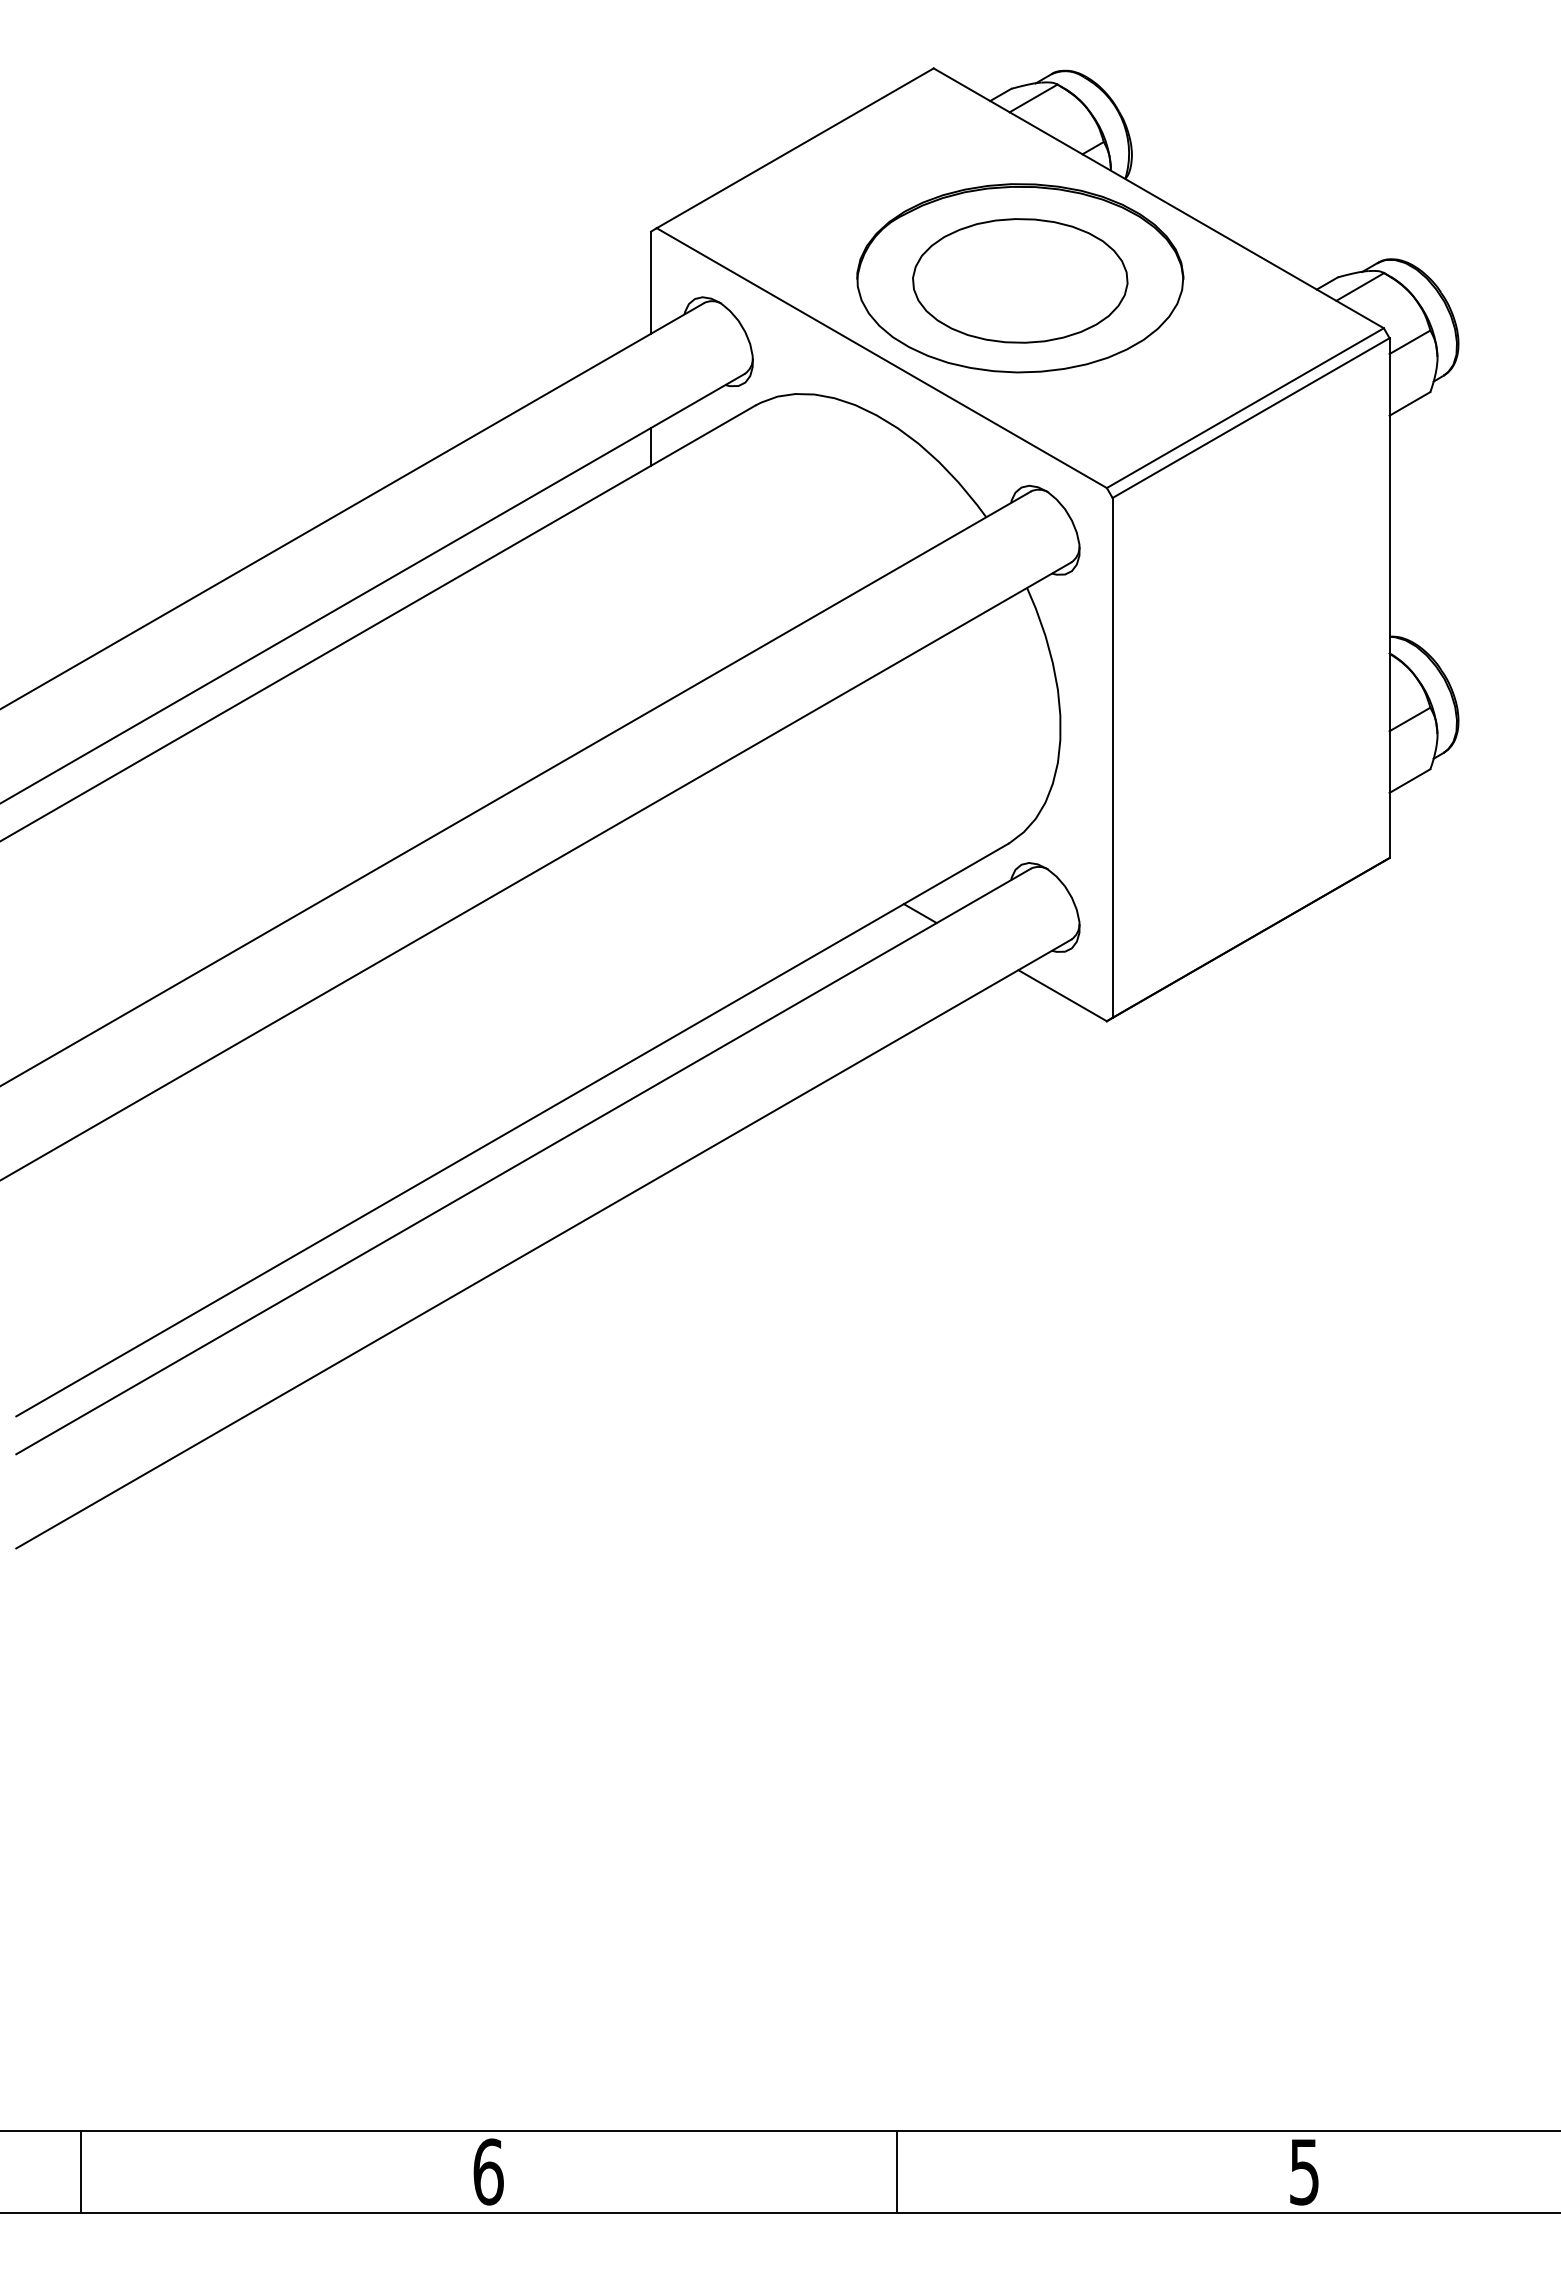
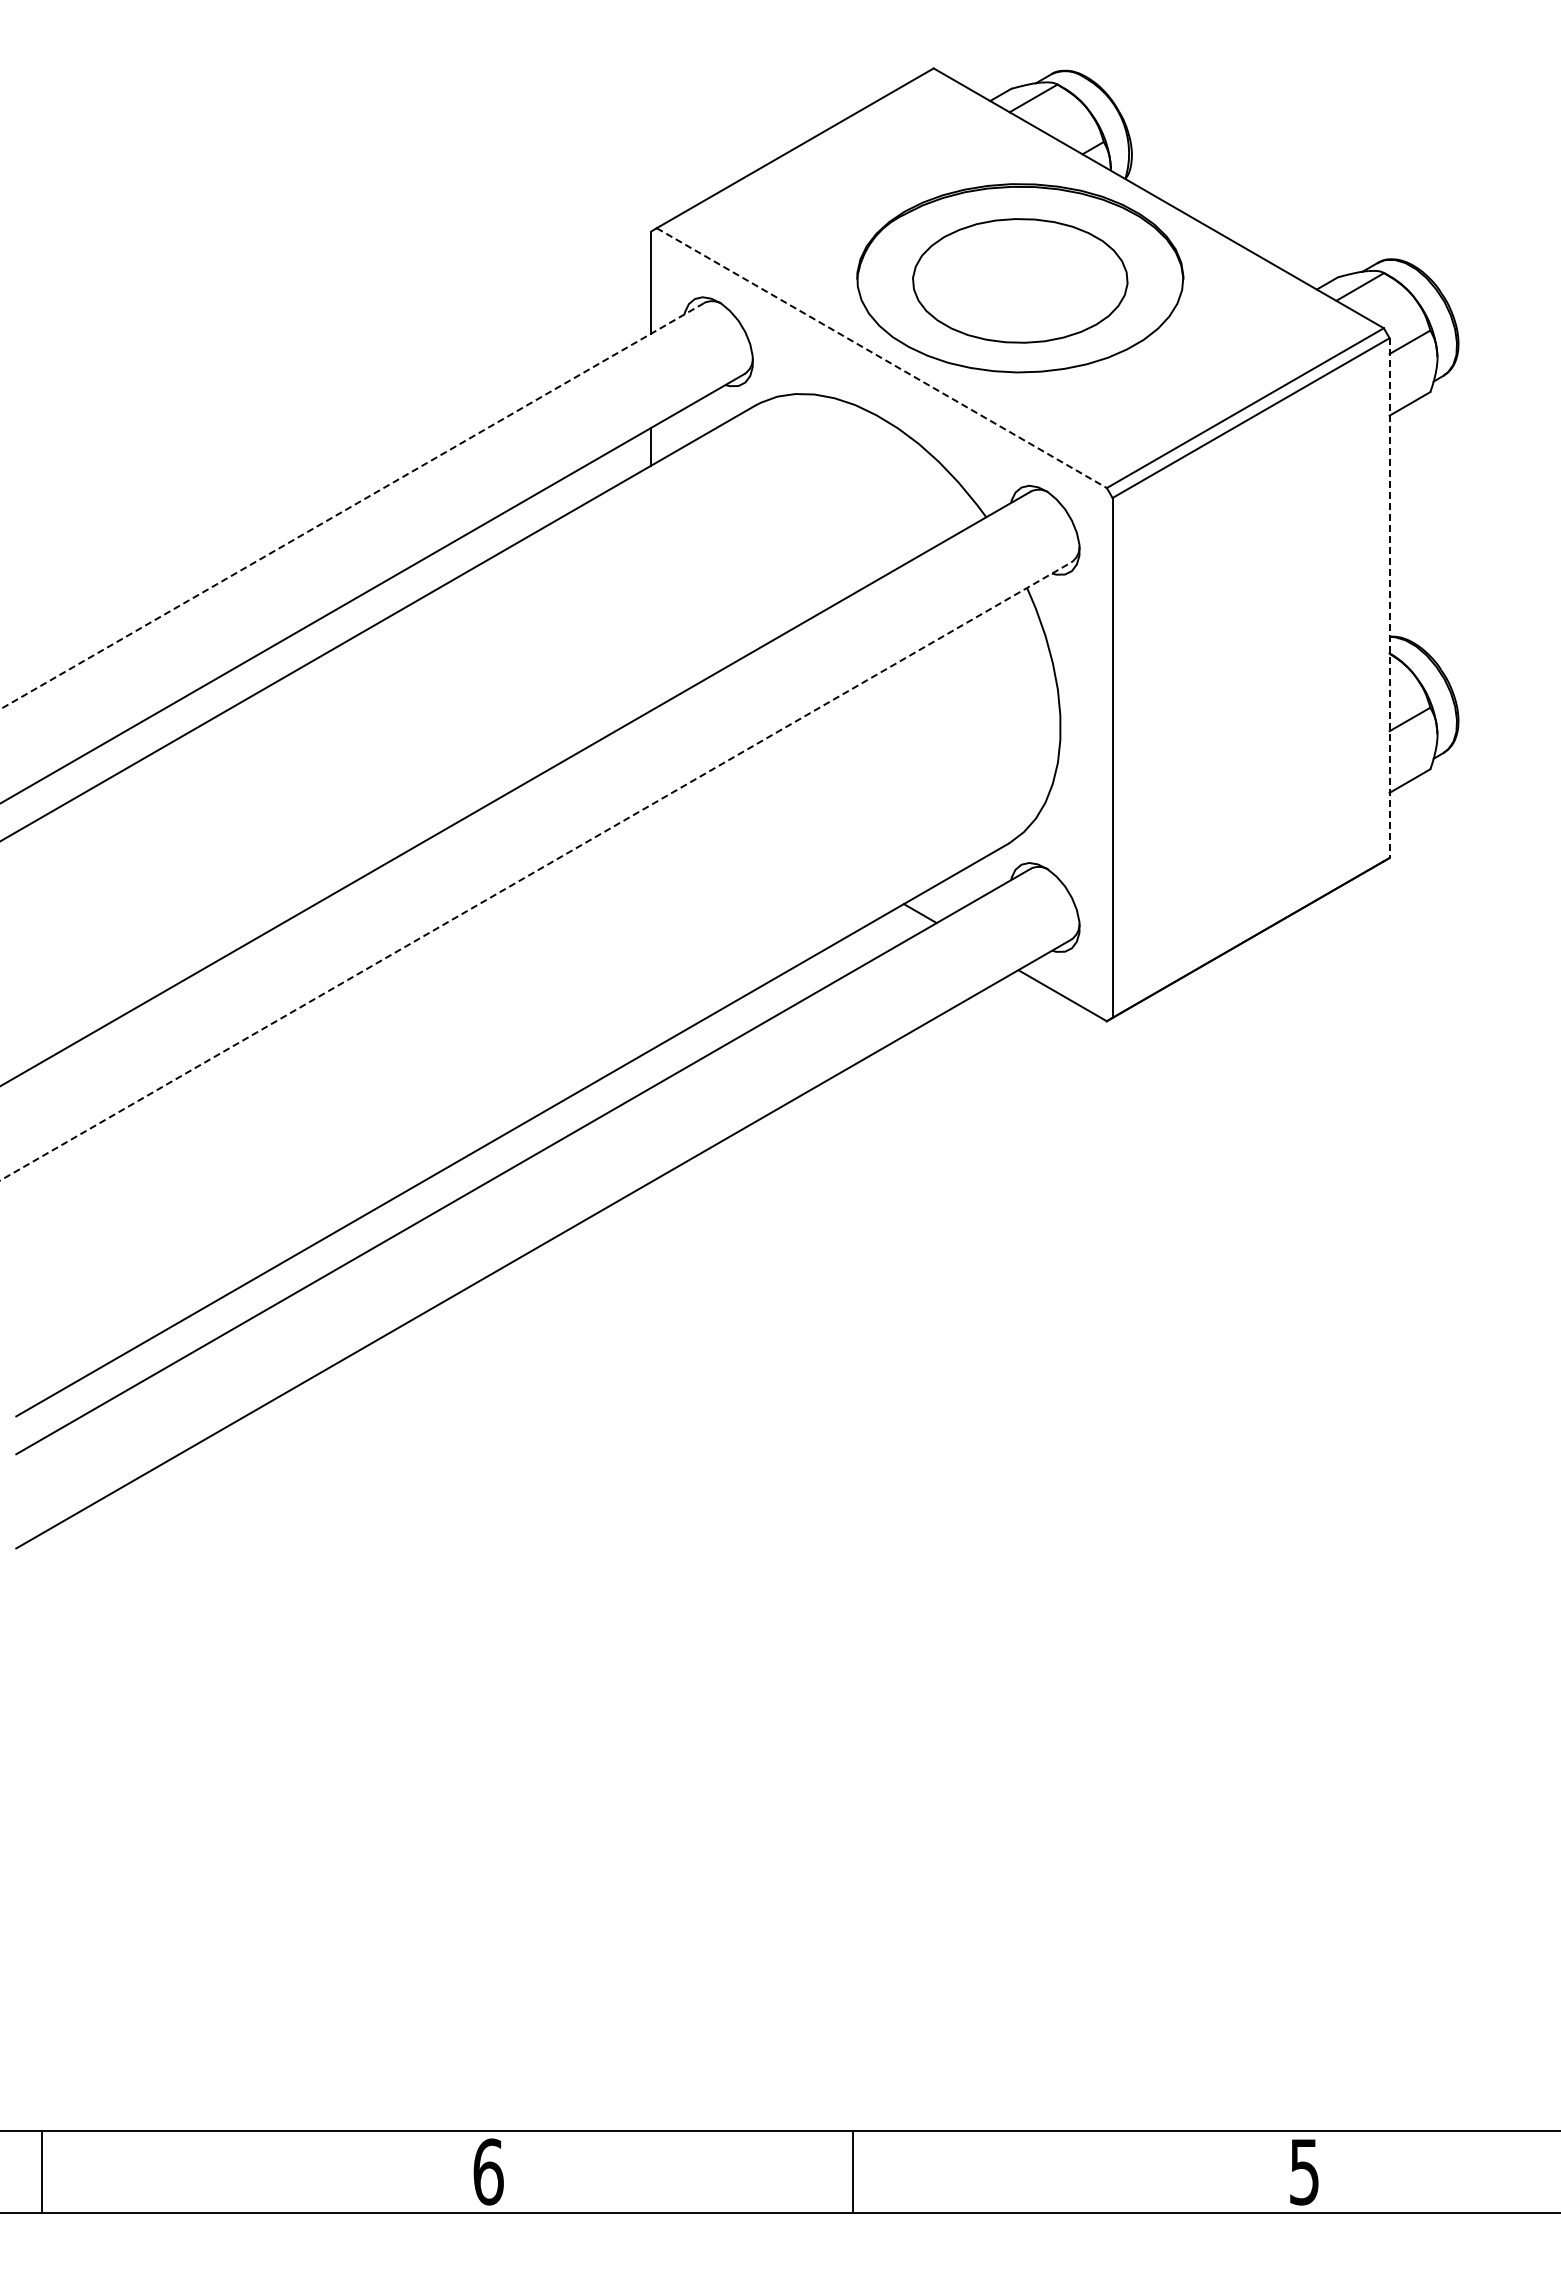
line at (881, 358): solid -> dashed
line at (351, 506): solid -> dashed
line at (1389, 598): solid -> dashed
line at (536, 871): solid -> dashed
line at (81, 2171) position: (81, 2171) -> (42, 2171)
line at (897, 2171) position: (897, 2171) -> (853, 2171)
